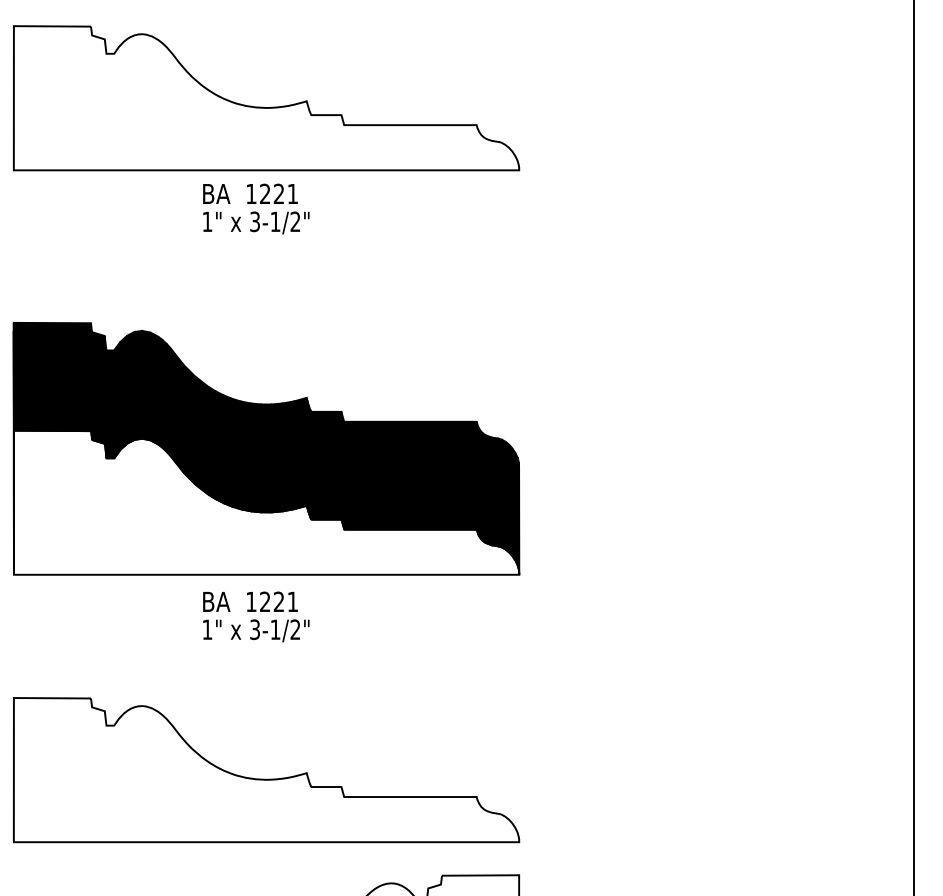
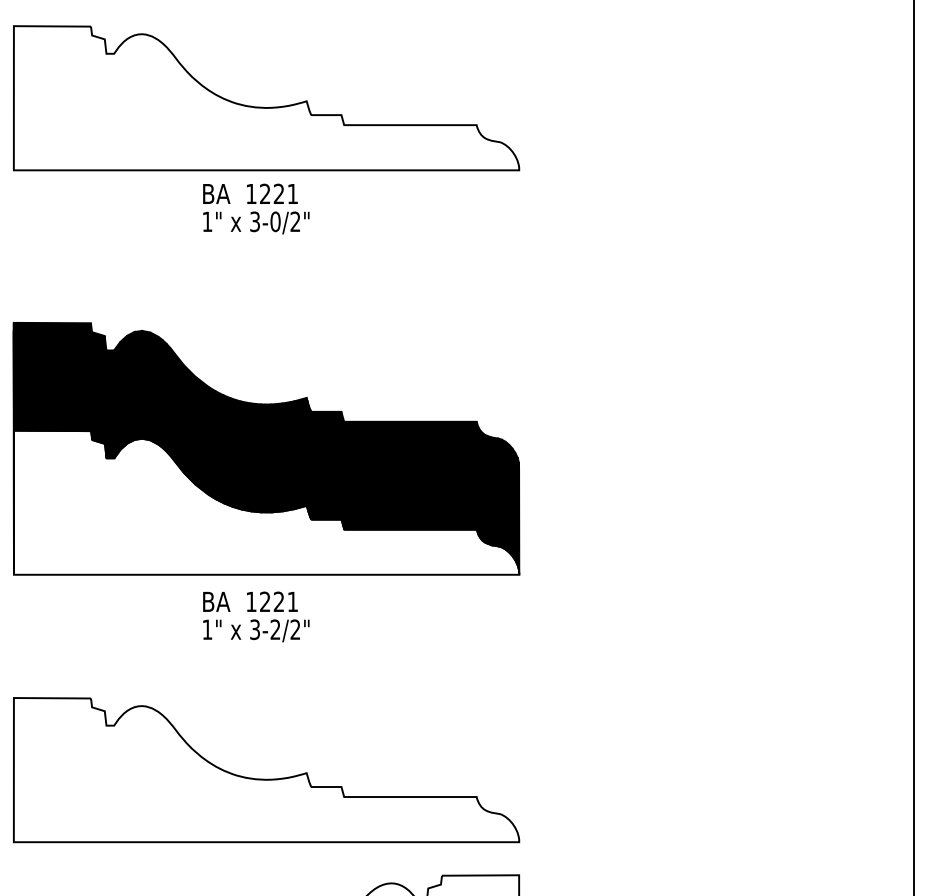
text at (275, 221): 3-1/2" -> 3-0/2"
text at (275, 629): 3-1/2" -> 3-2/2"
